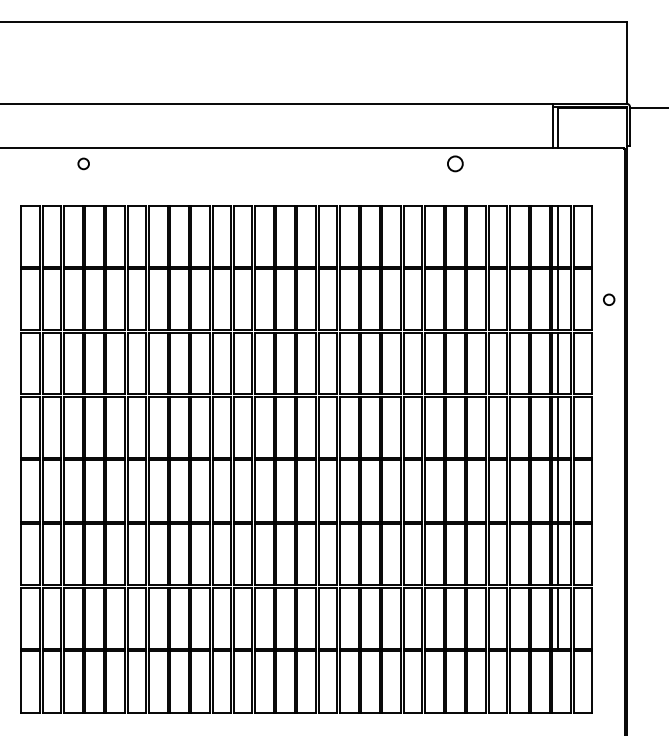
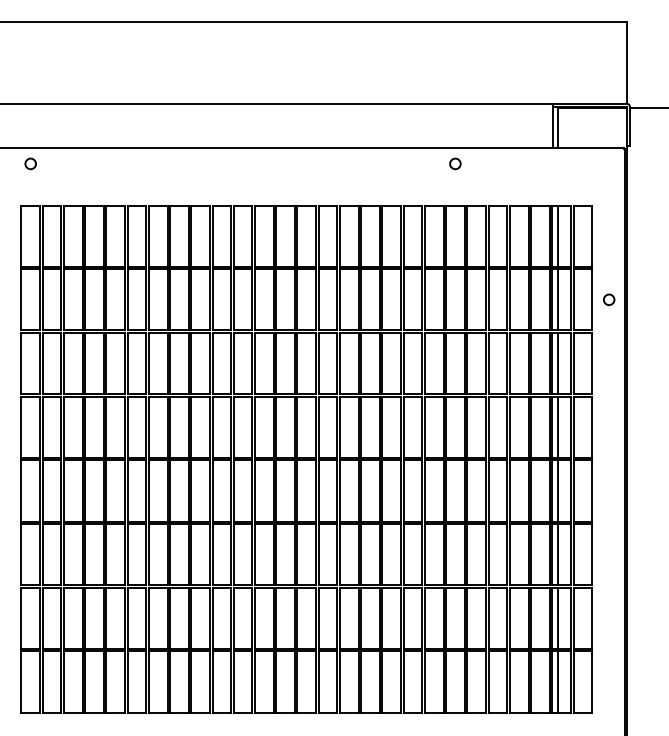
circle at (83, 163) position: (83, 163) -> (30, 163)
circle at (455, 163) size: 17x18 px -> 13x14 px
line at (557, 681): none -> present
